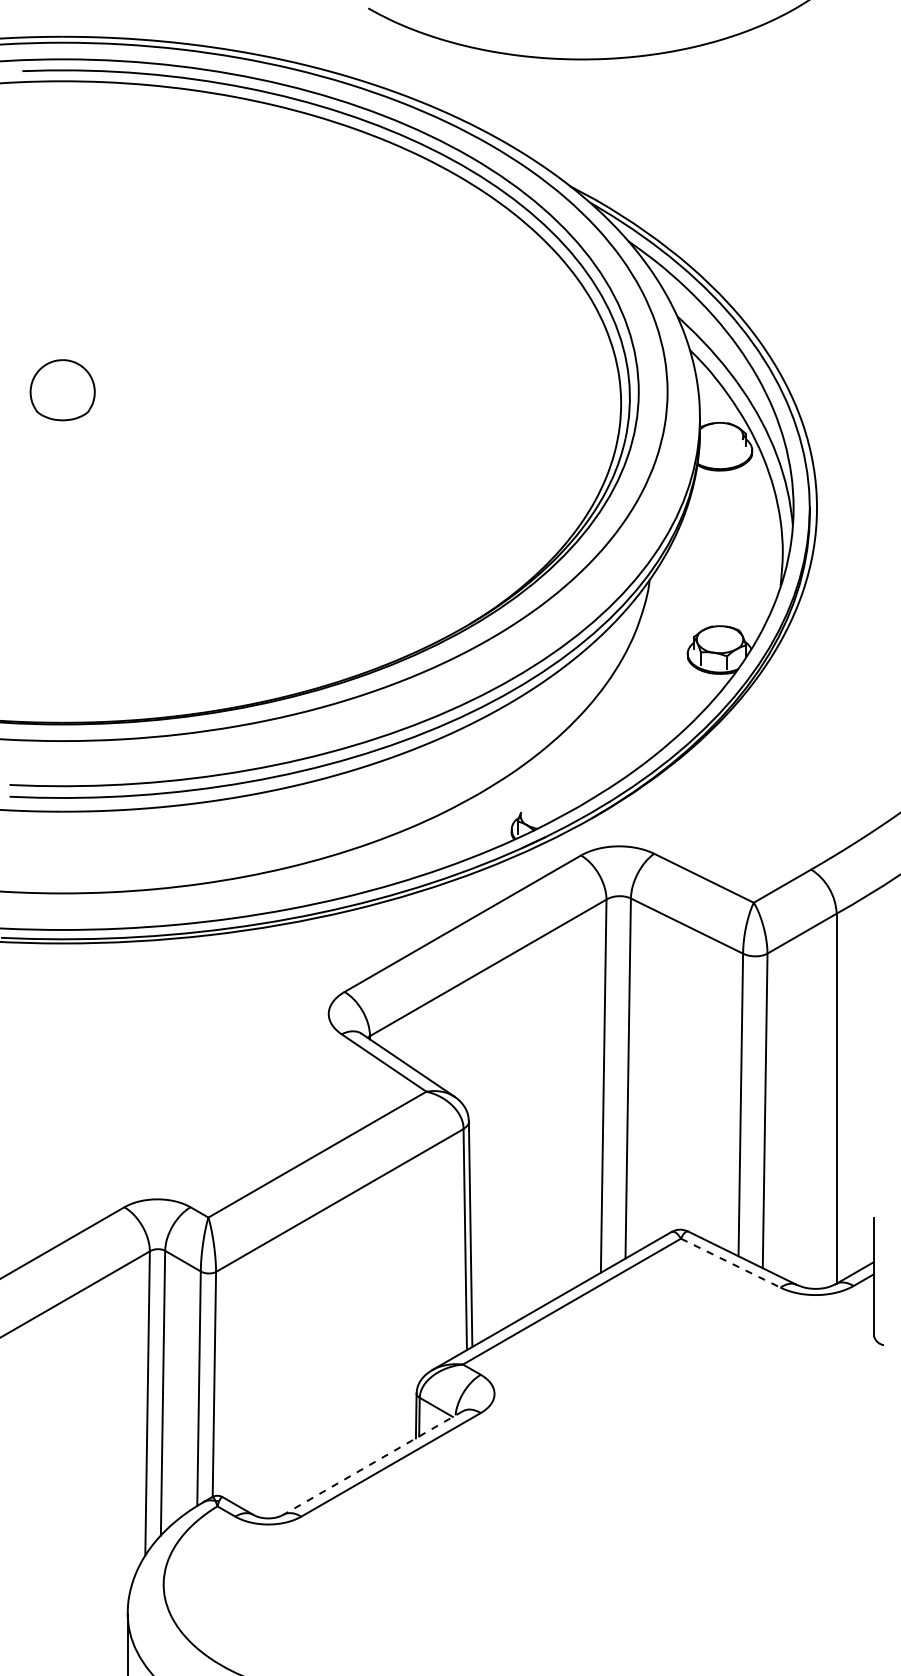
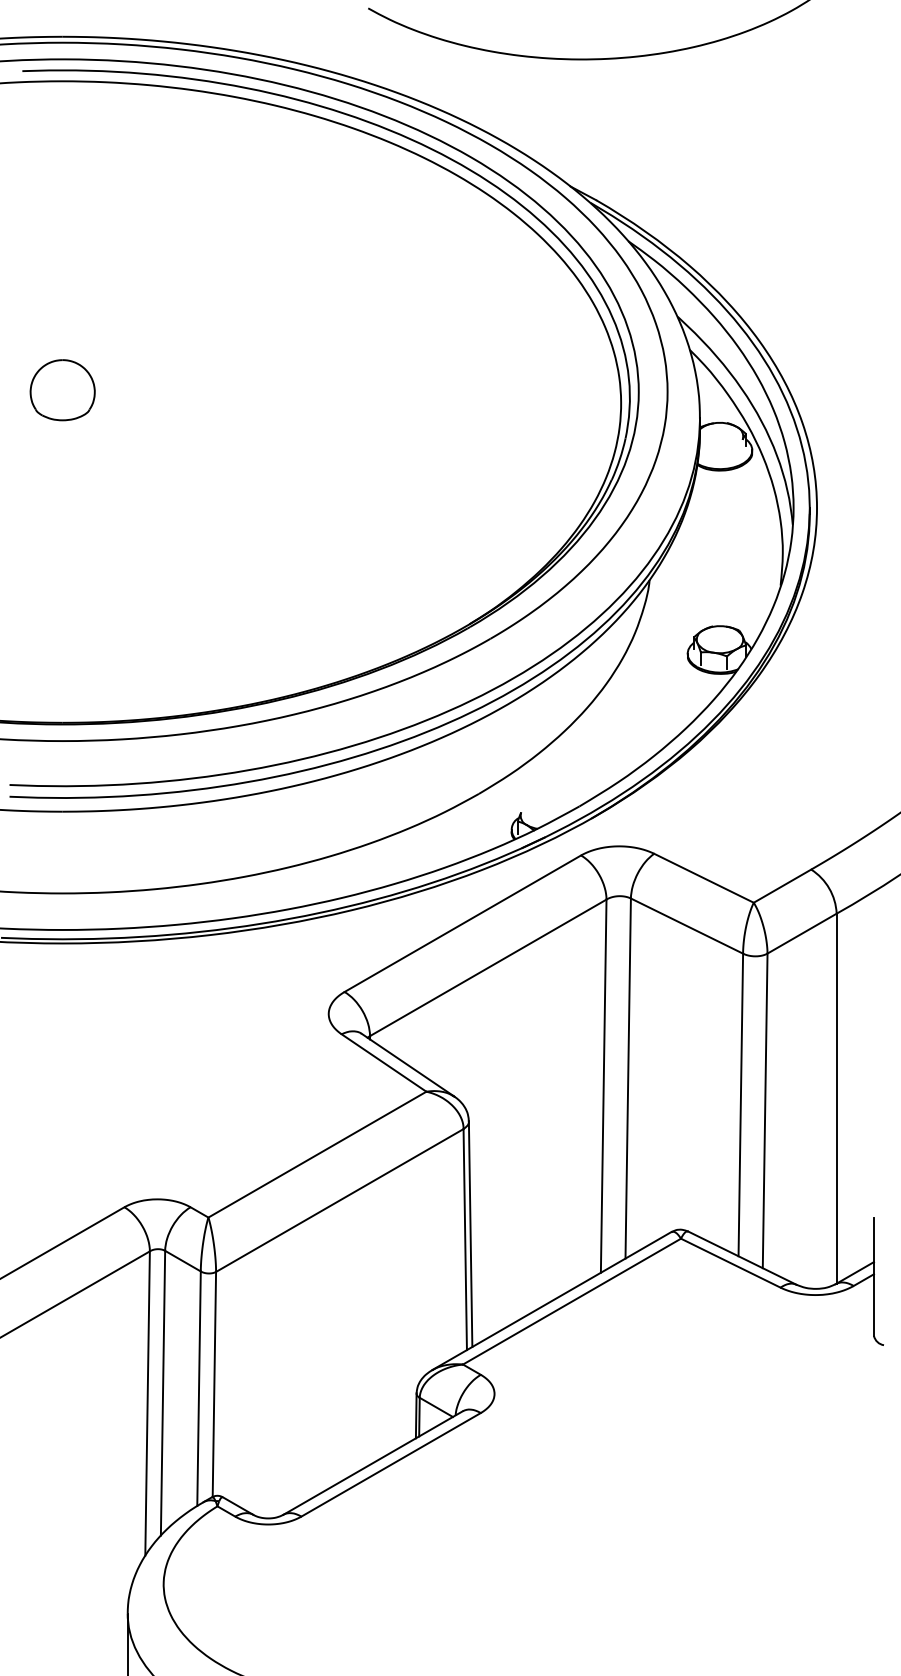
line at (731, 1263): dashed -> solid
line at (373, 1463): dashed -> solid
